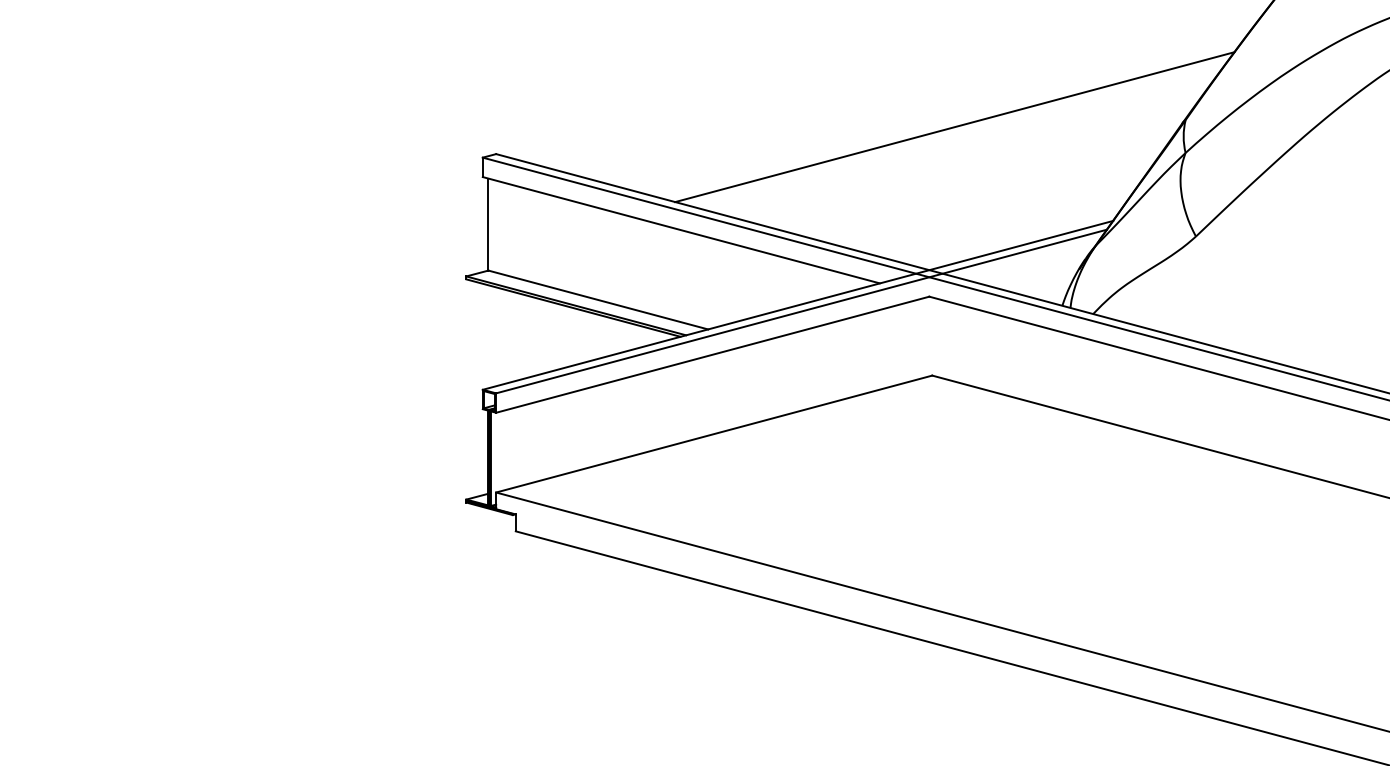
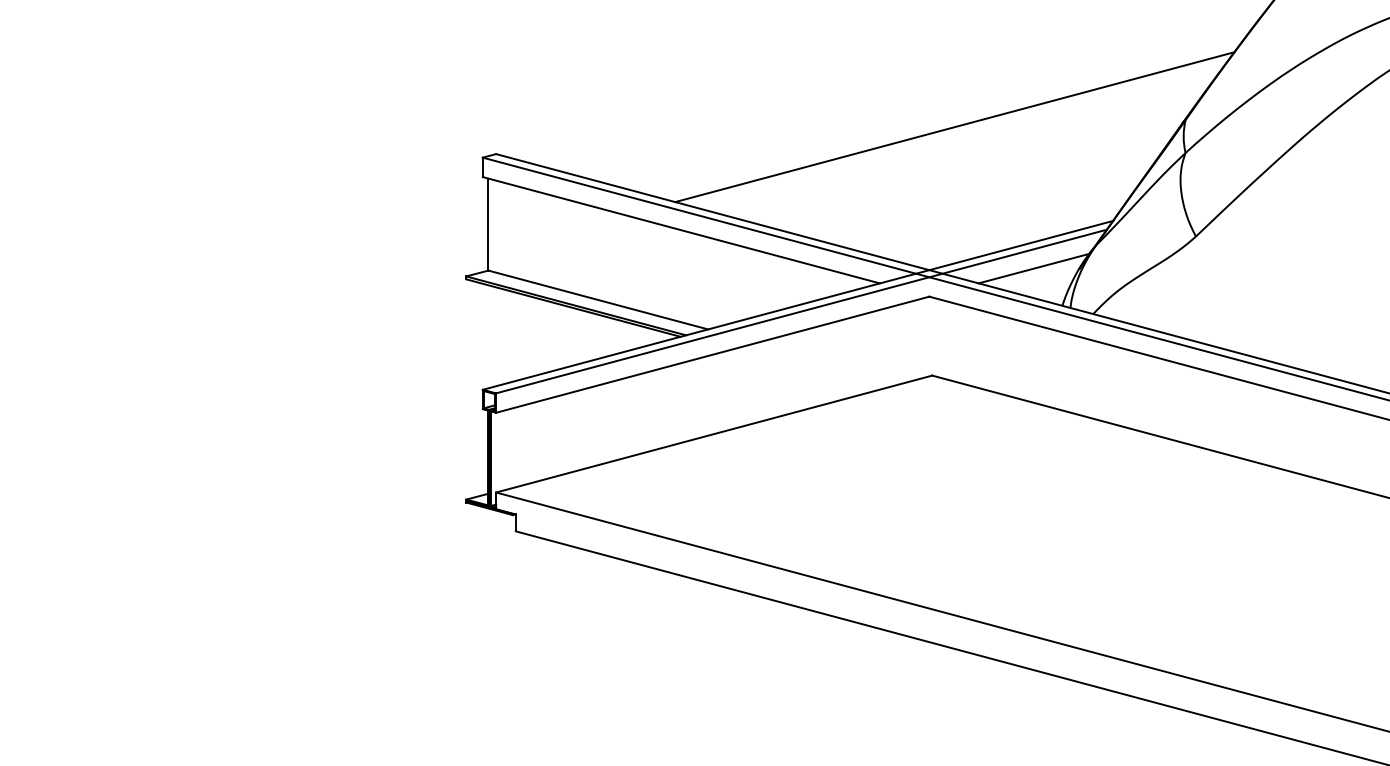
line at (1034, 268): none -> present
